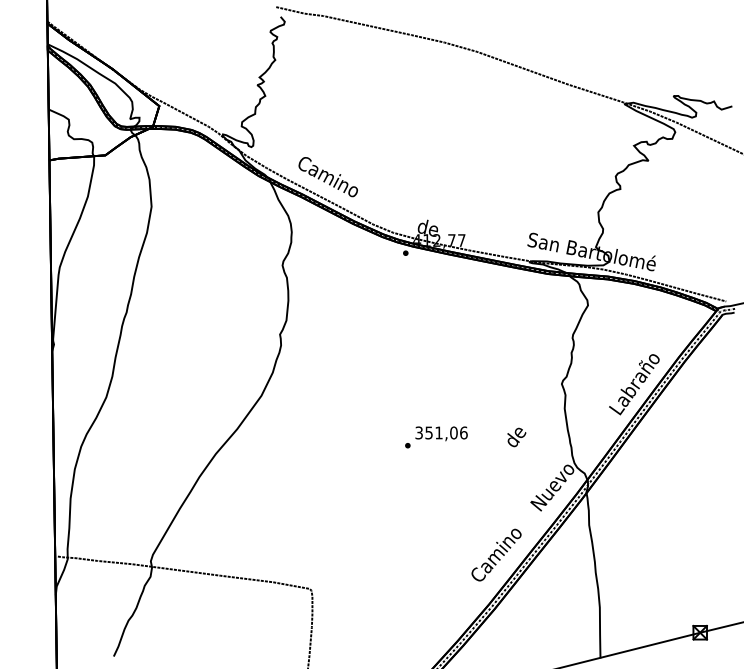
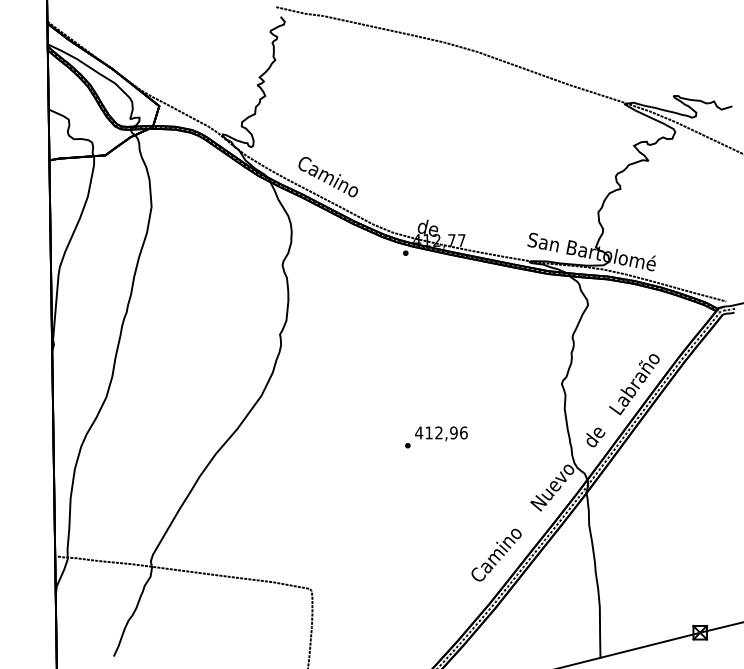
text at (436, 432): 351,06 -> 412,96
text at (516, 437) position: (516, 437) -> (595, 437)
